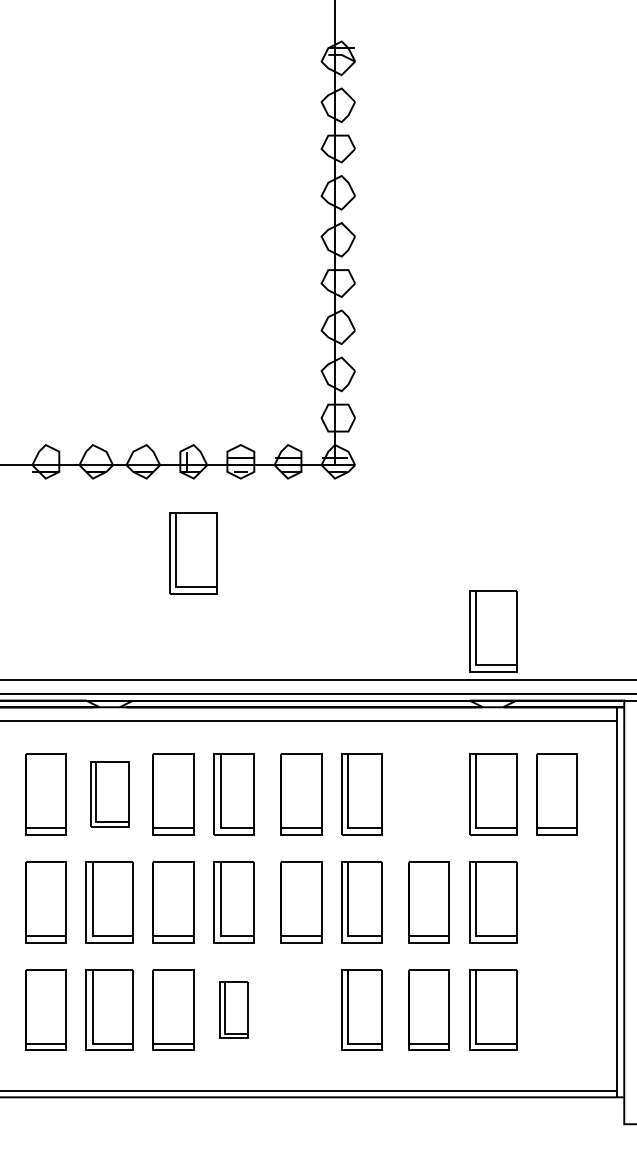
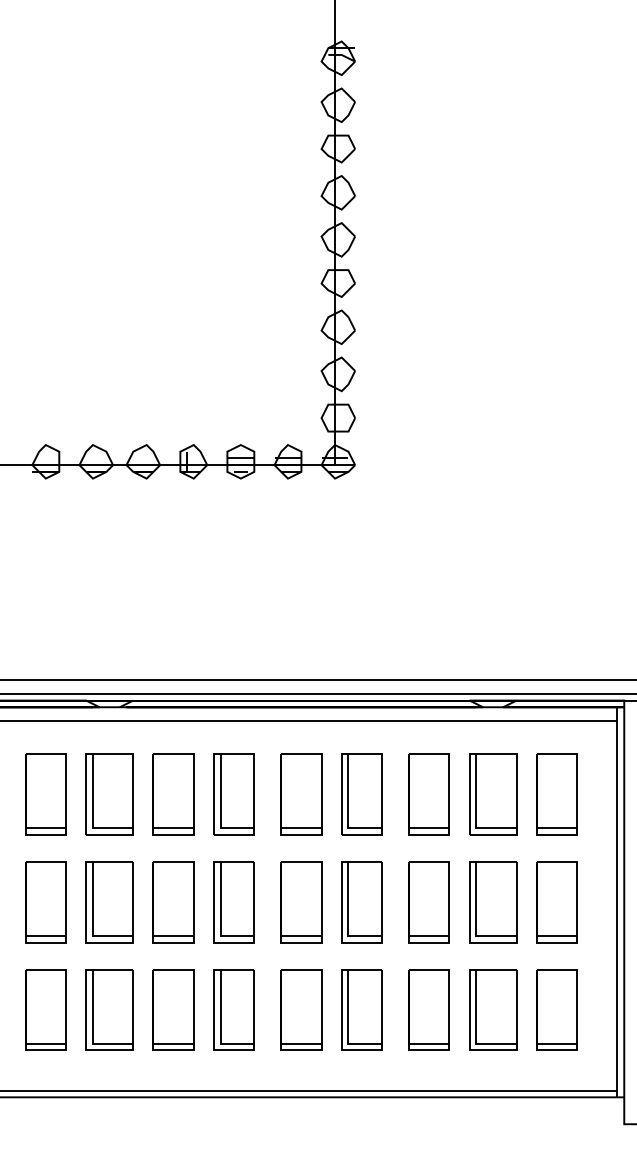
part at (193, 553): present -> none
part at (493, 631): present -> none
part at (109, 794) size: 40x67 px -> 49x83 px
curve at (409, 794): none -> present
curve at (537, 902): none -> present
part at (233, 1009) size: 30x58 px -> 42x82 px
curve at (281, 1009): none -> present
curve at (537, 1009): none -> present
